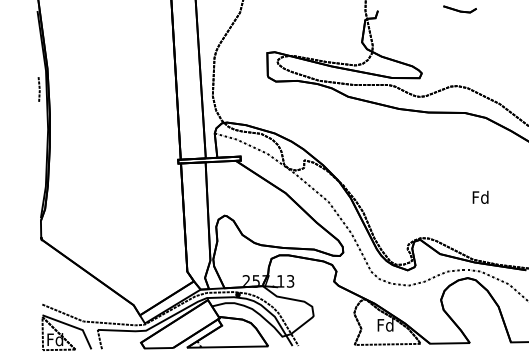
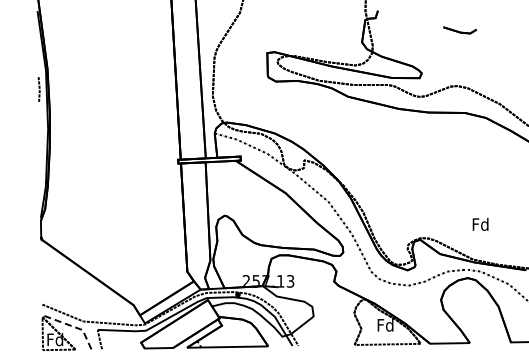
part at (459, 9) position: (459, 9) -> (459, 30)
text at (480, 196) position: (480, 196) -> (480, 223)
line at (73, 326): solid -> dashed
